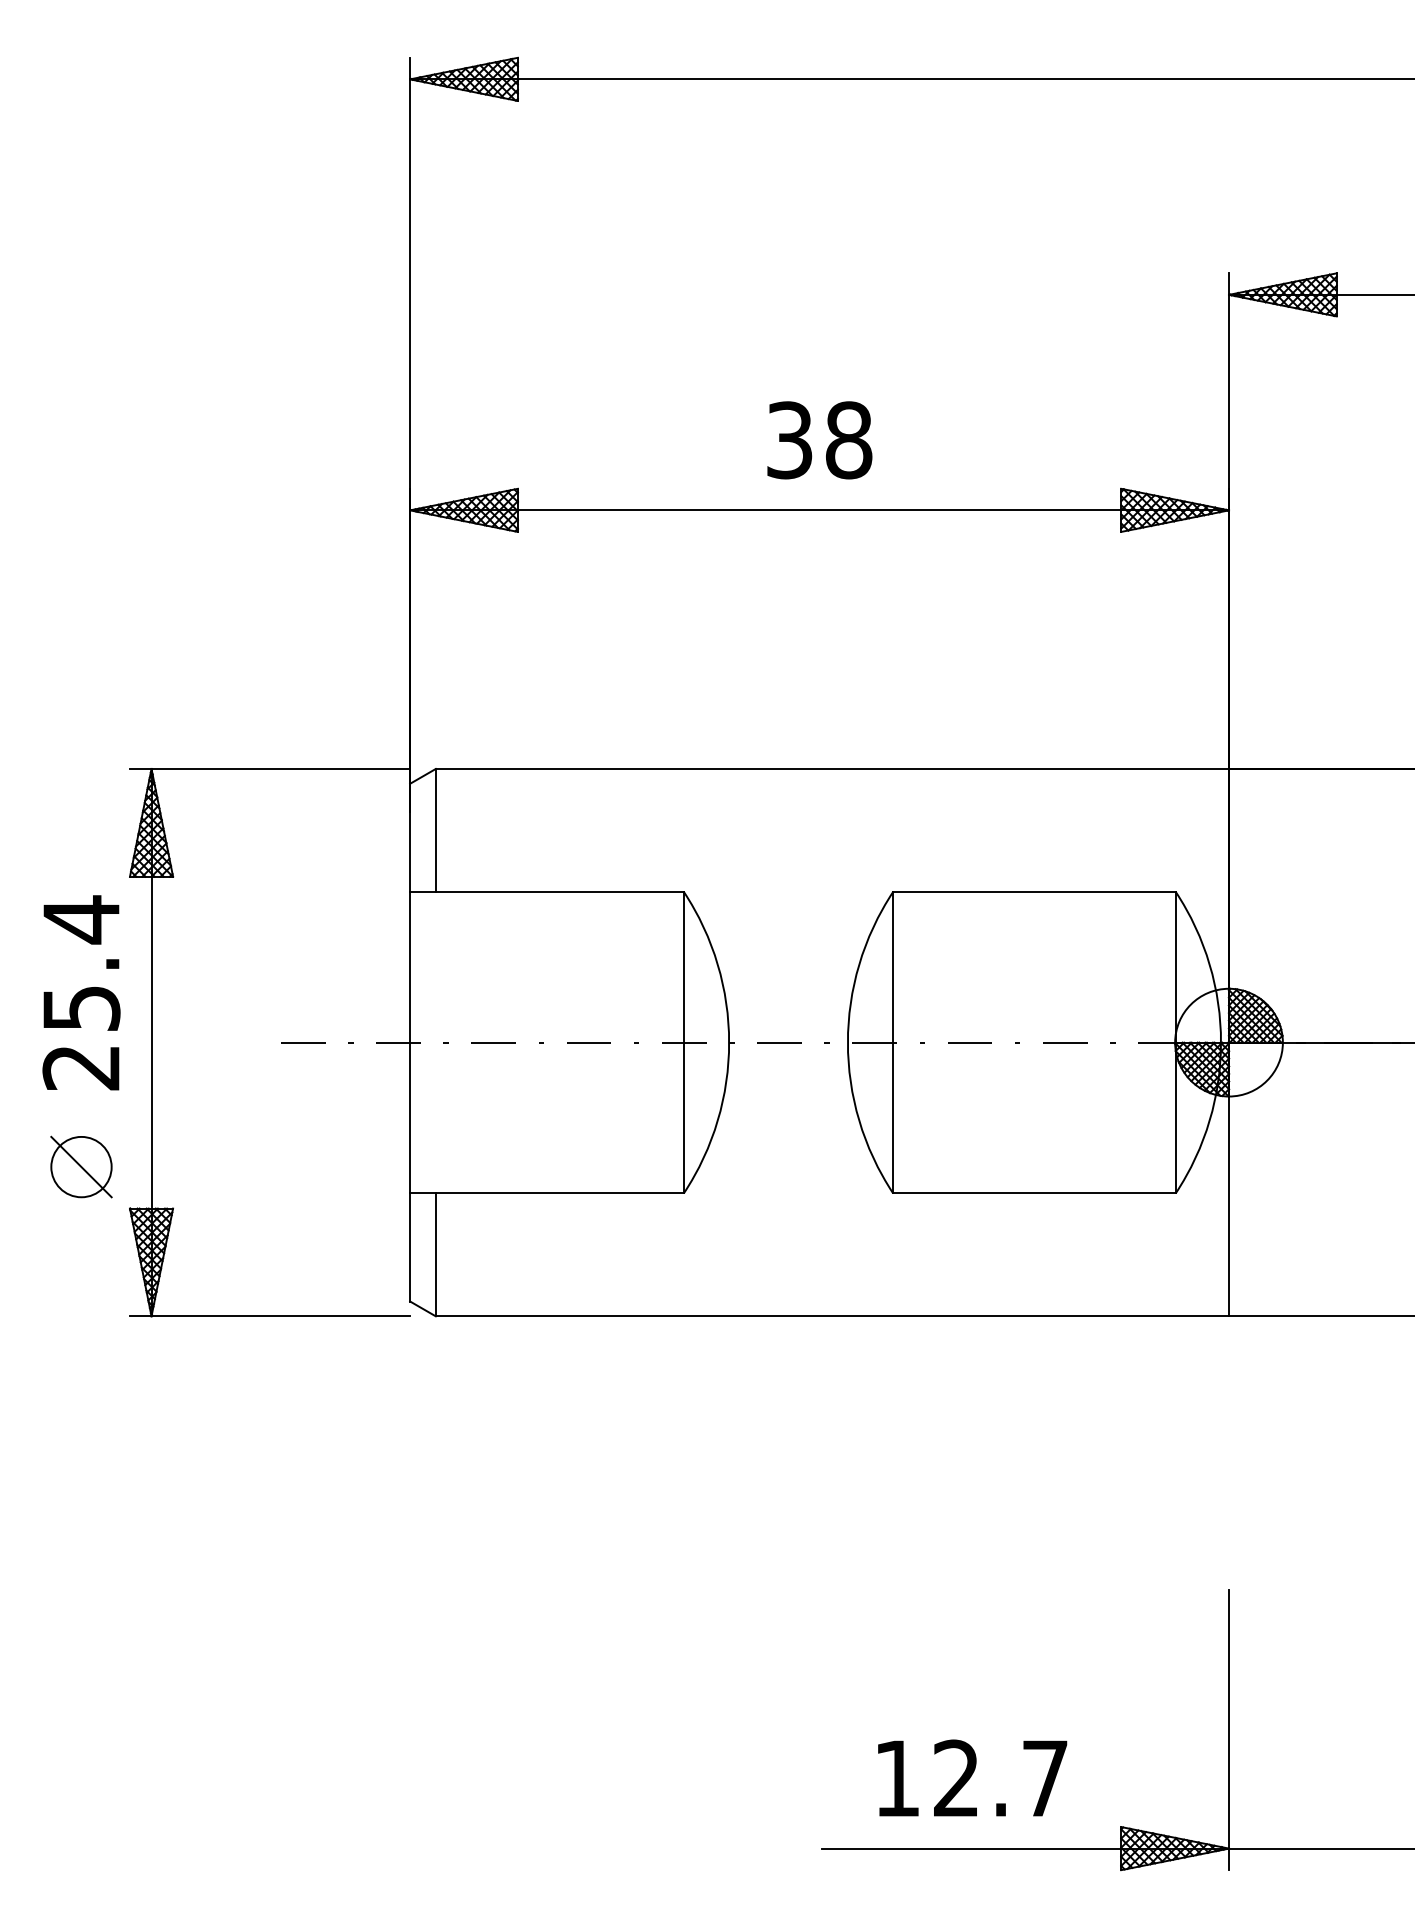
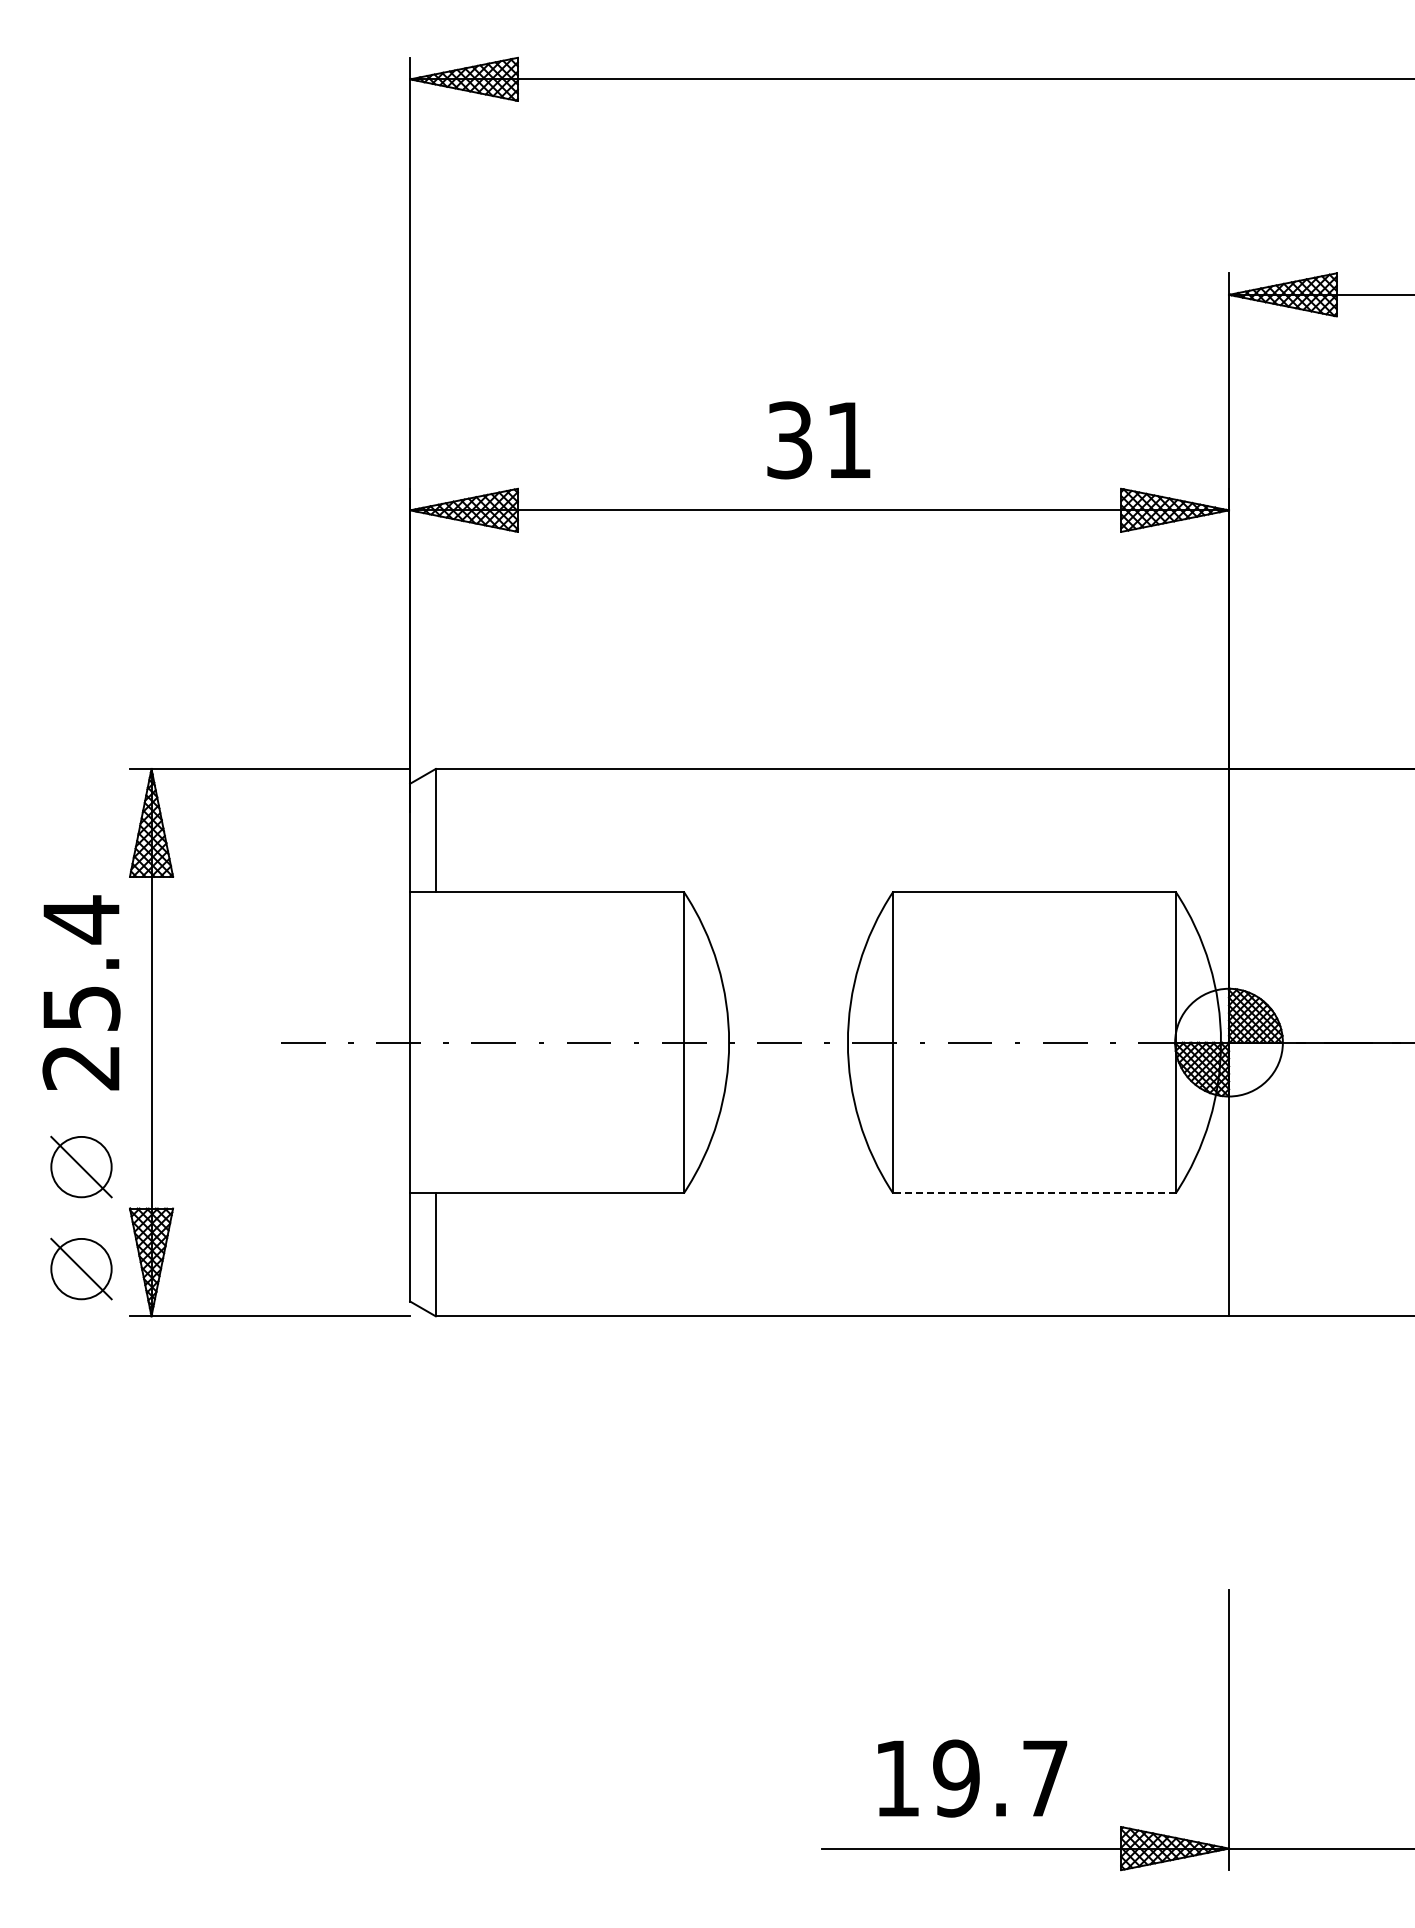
text at (849, 440): 38 -> 31
line at (1033, 1193): solid -> dashed
part at (81, 1268): none -> present
text at (956, 1778): 12.7 -> 19.7
